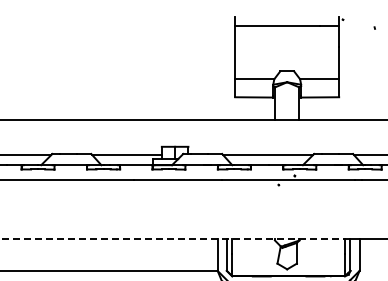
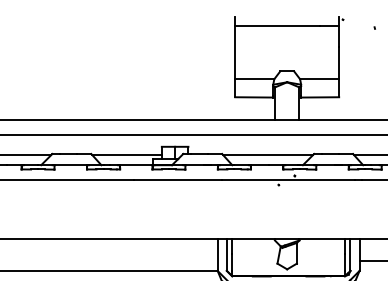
line at (193, 134): none -> present
line at (175, 238): dashed -> solid
line at (371, 261): none -> present
